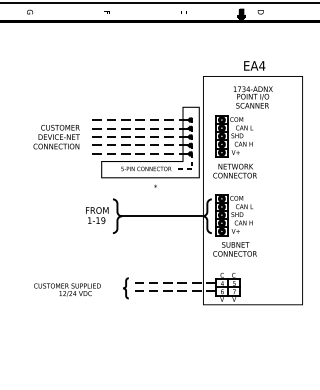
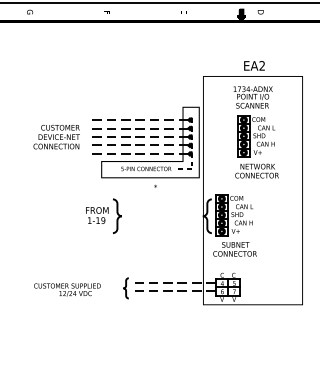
text at (262, 65): EA4 -> EA2
part at (234, 146) position: (234, 146) -> (256, 146)
line at (161, 216): present -> none
